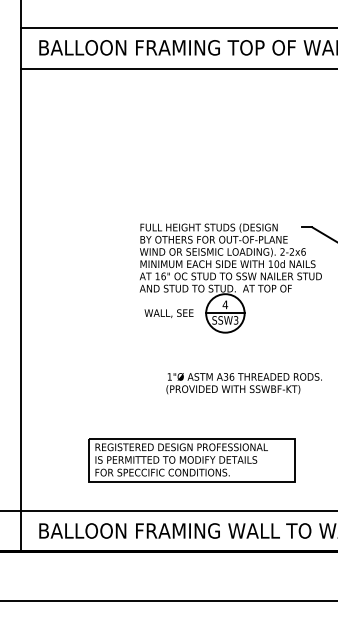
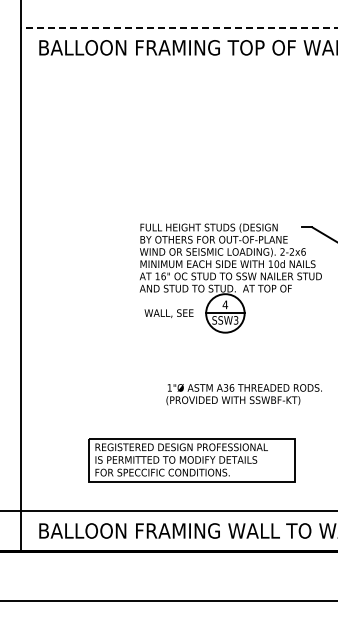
line at (178, 28): solid -> dashed
line at (177, 68): present -> none
text at (243, 383) position: (243, 383) -> (243, 394)
